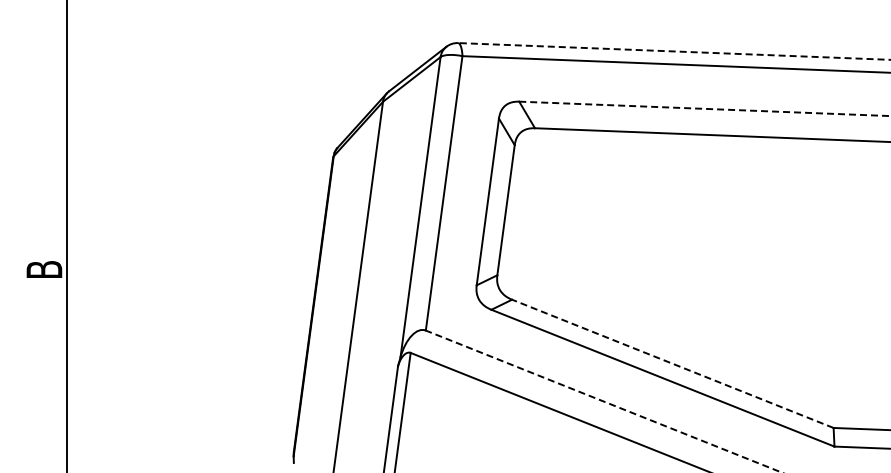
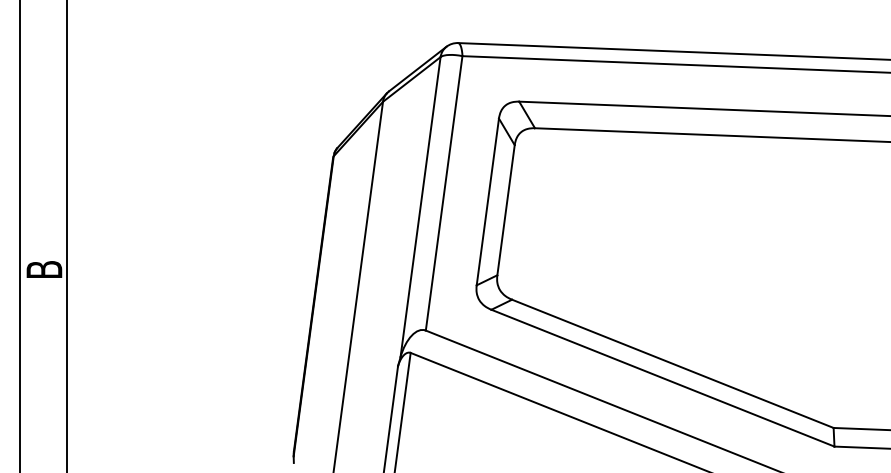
line at (673, 51): dashed -> solid
line at (705, 108): dashed -> solid
line at (20, 235): none -> present
line at (672, 363): dashed -> solid
line at (603, 401): dashed -> solid
